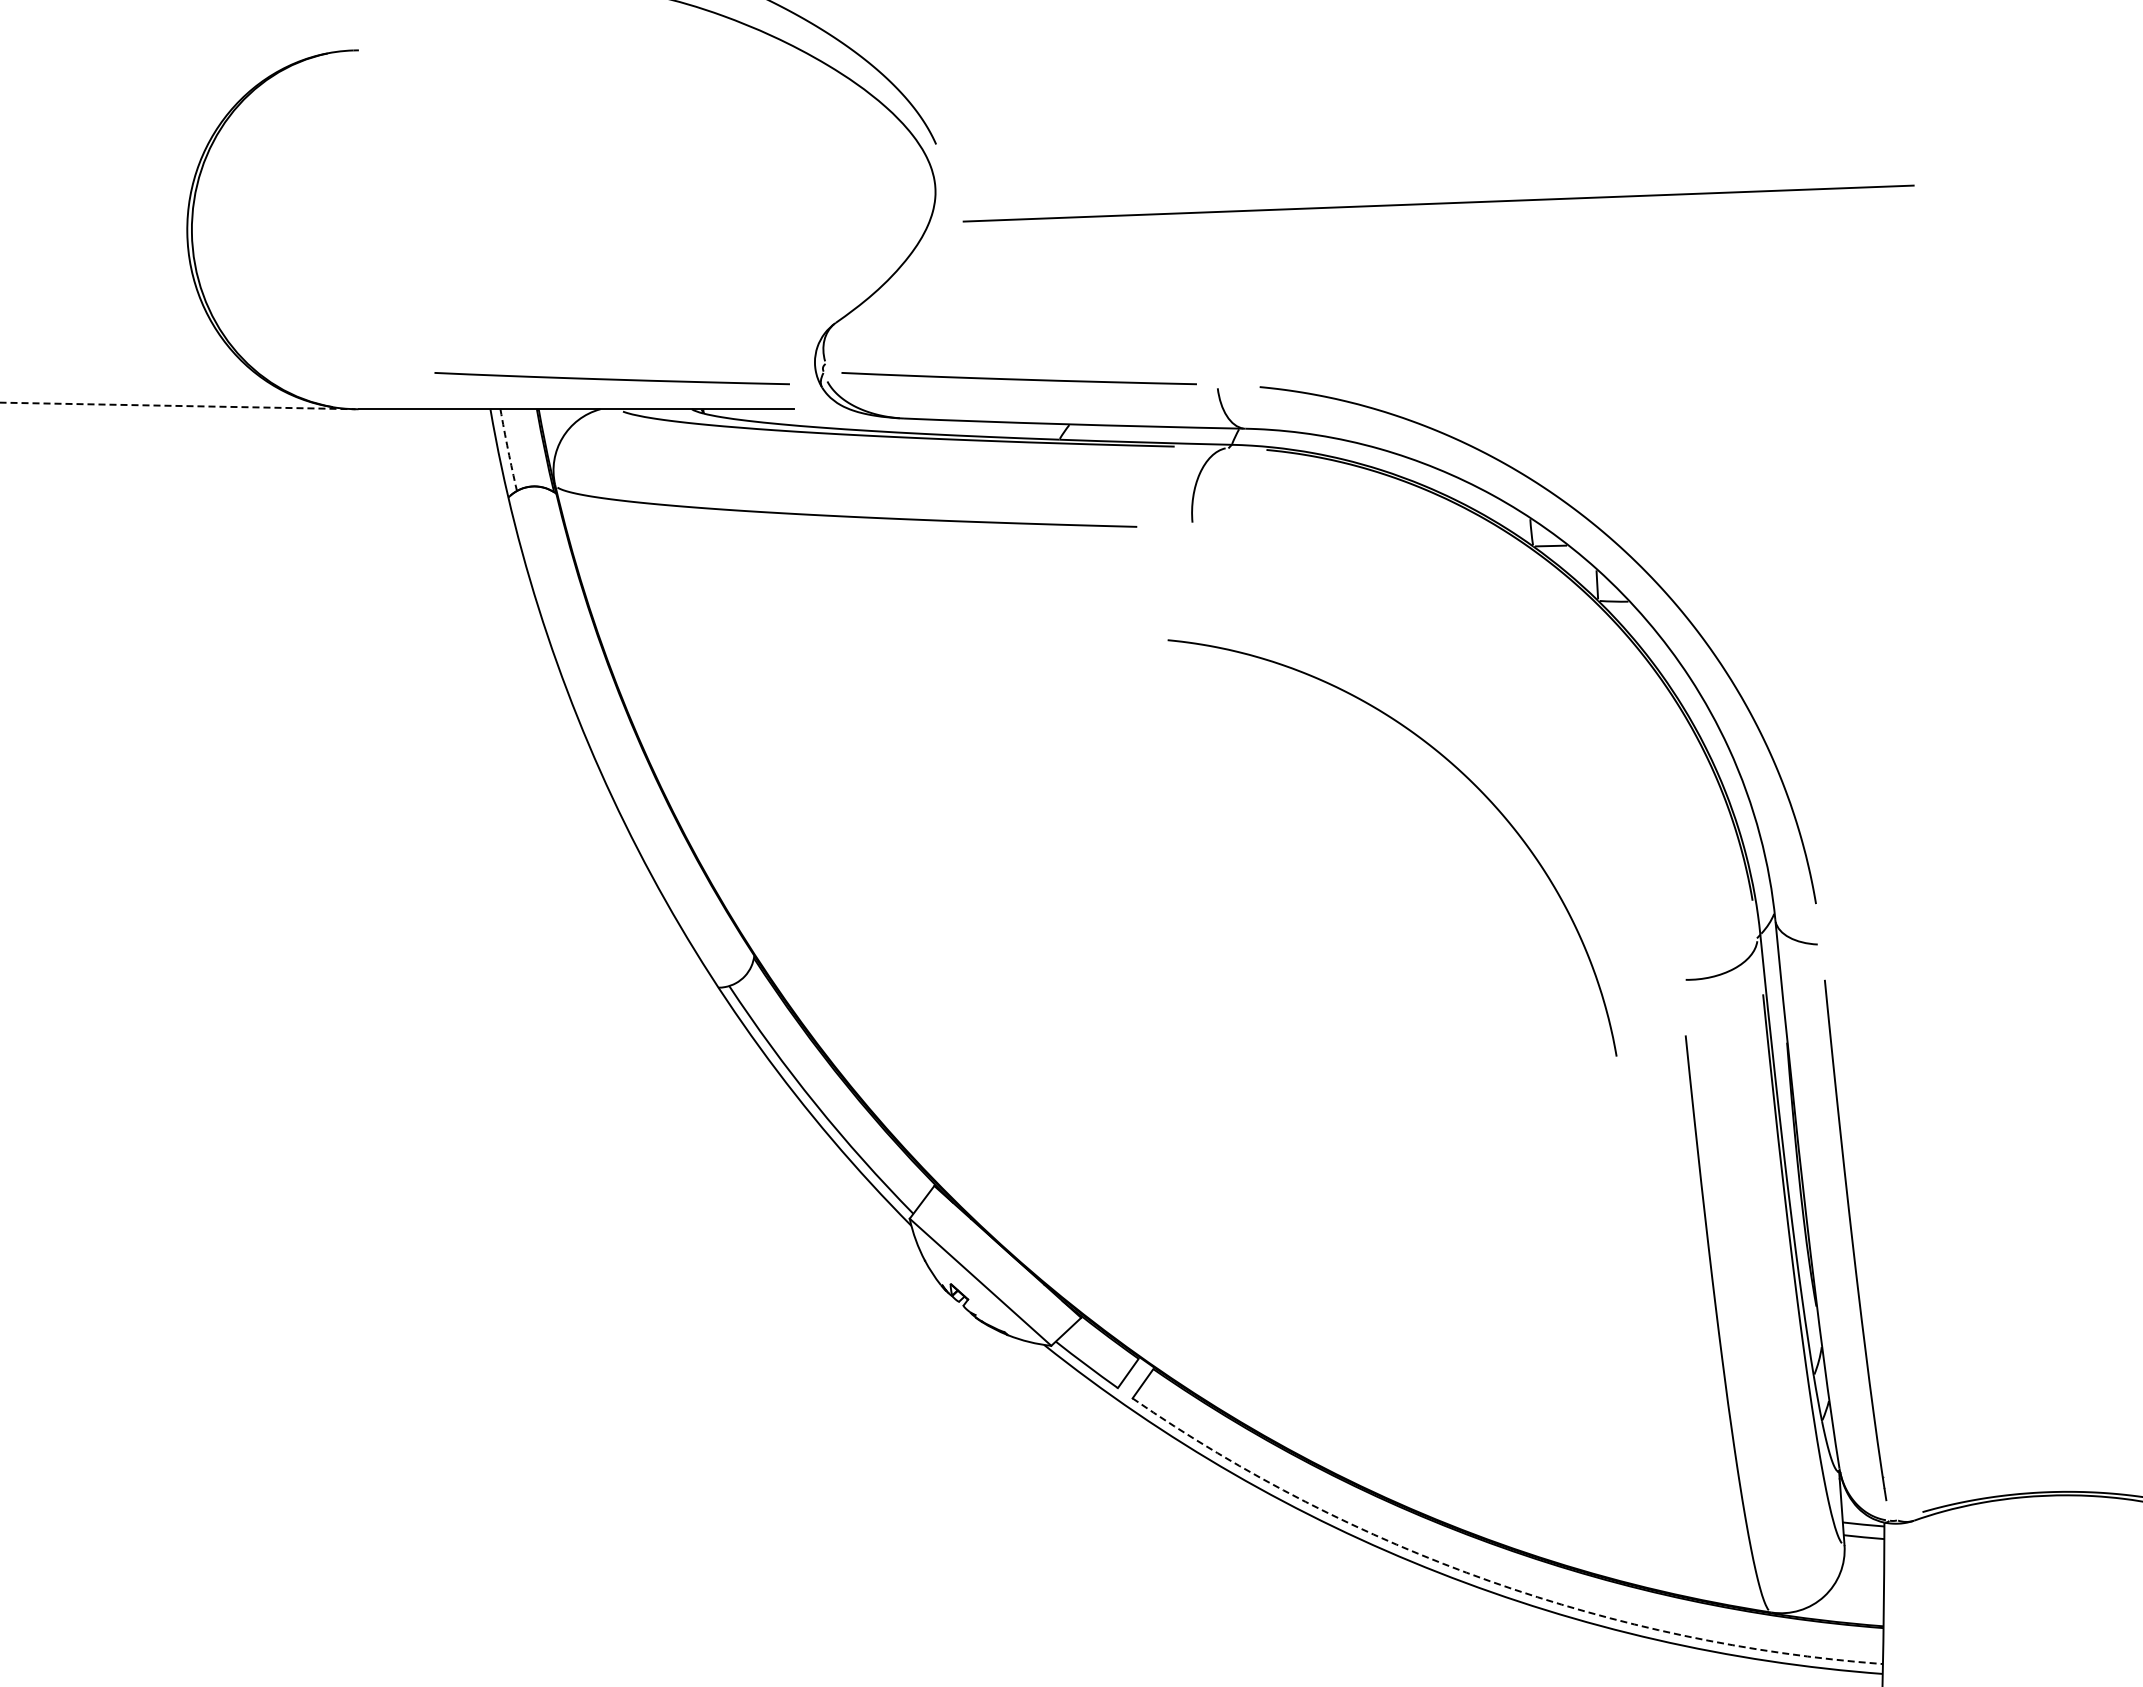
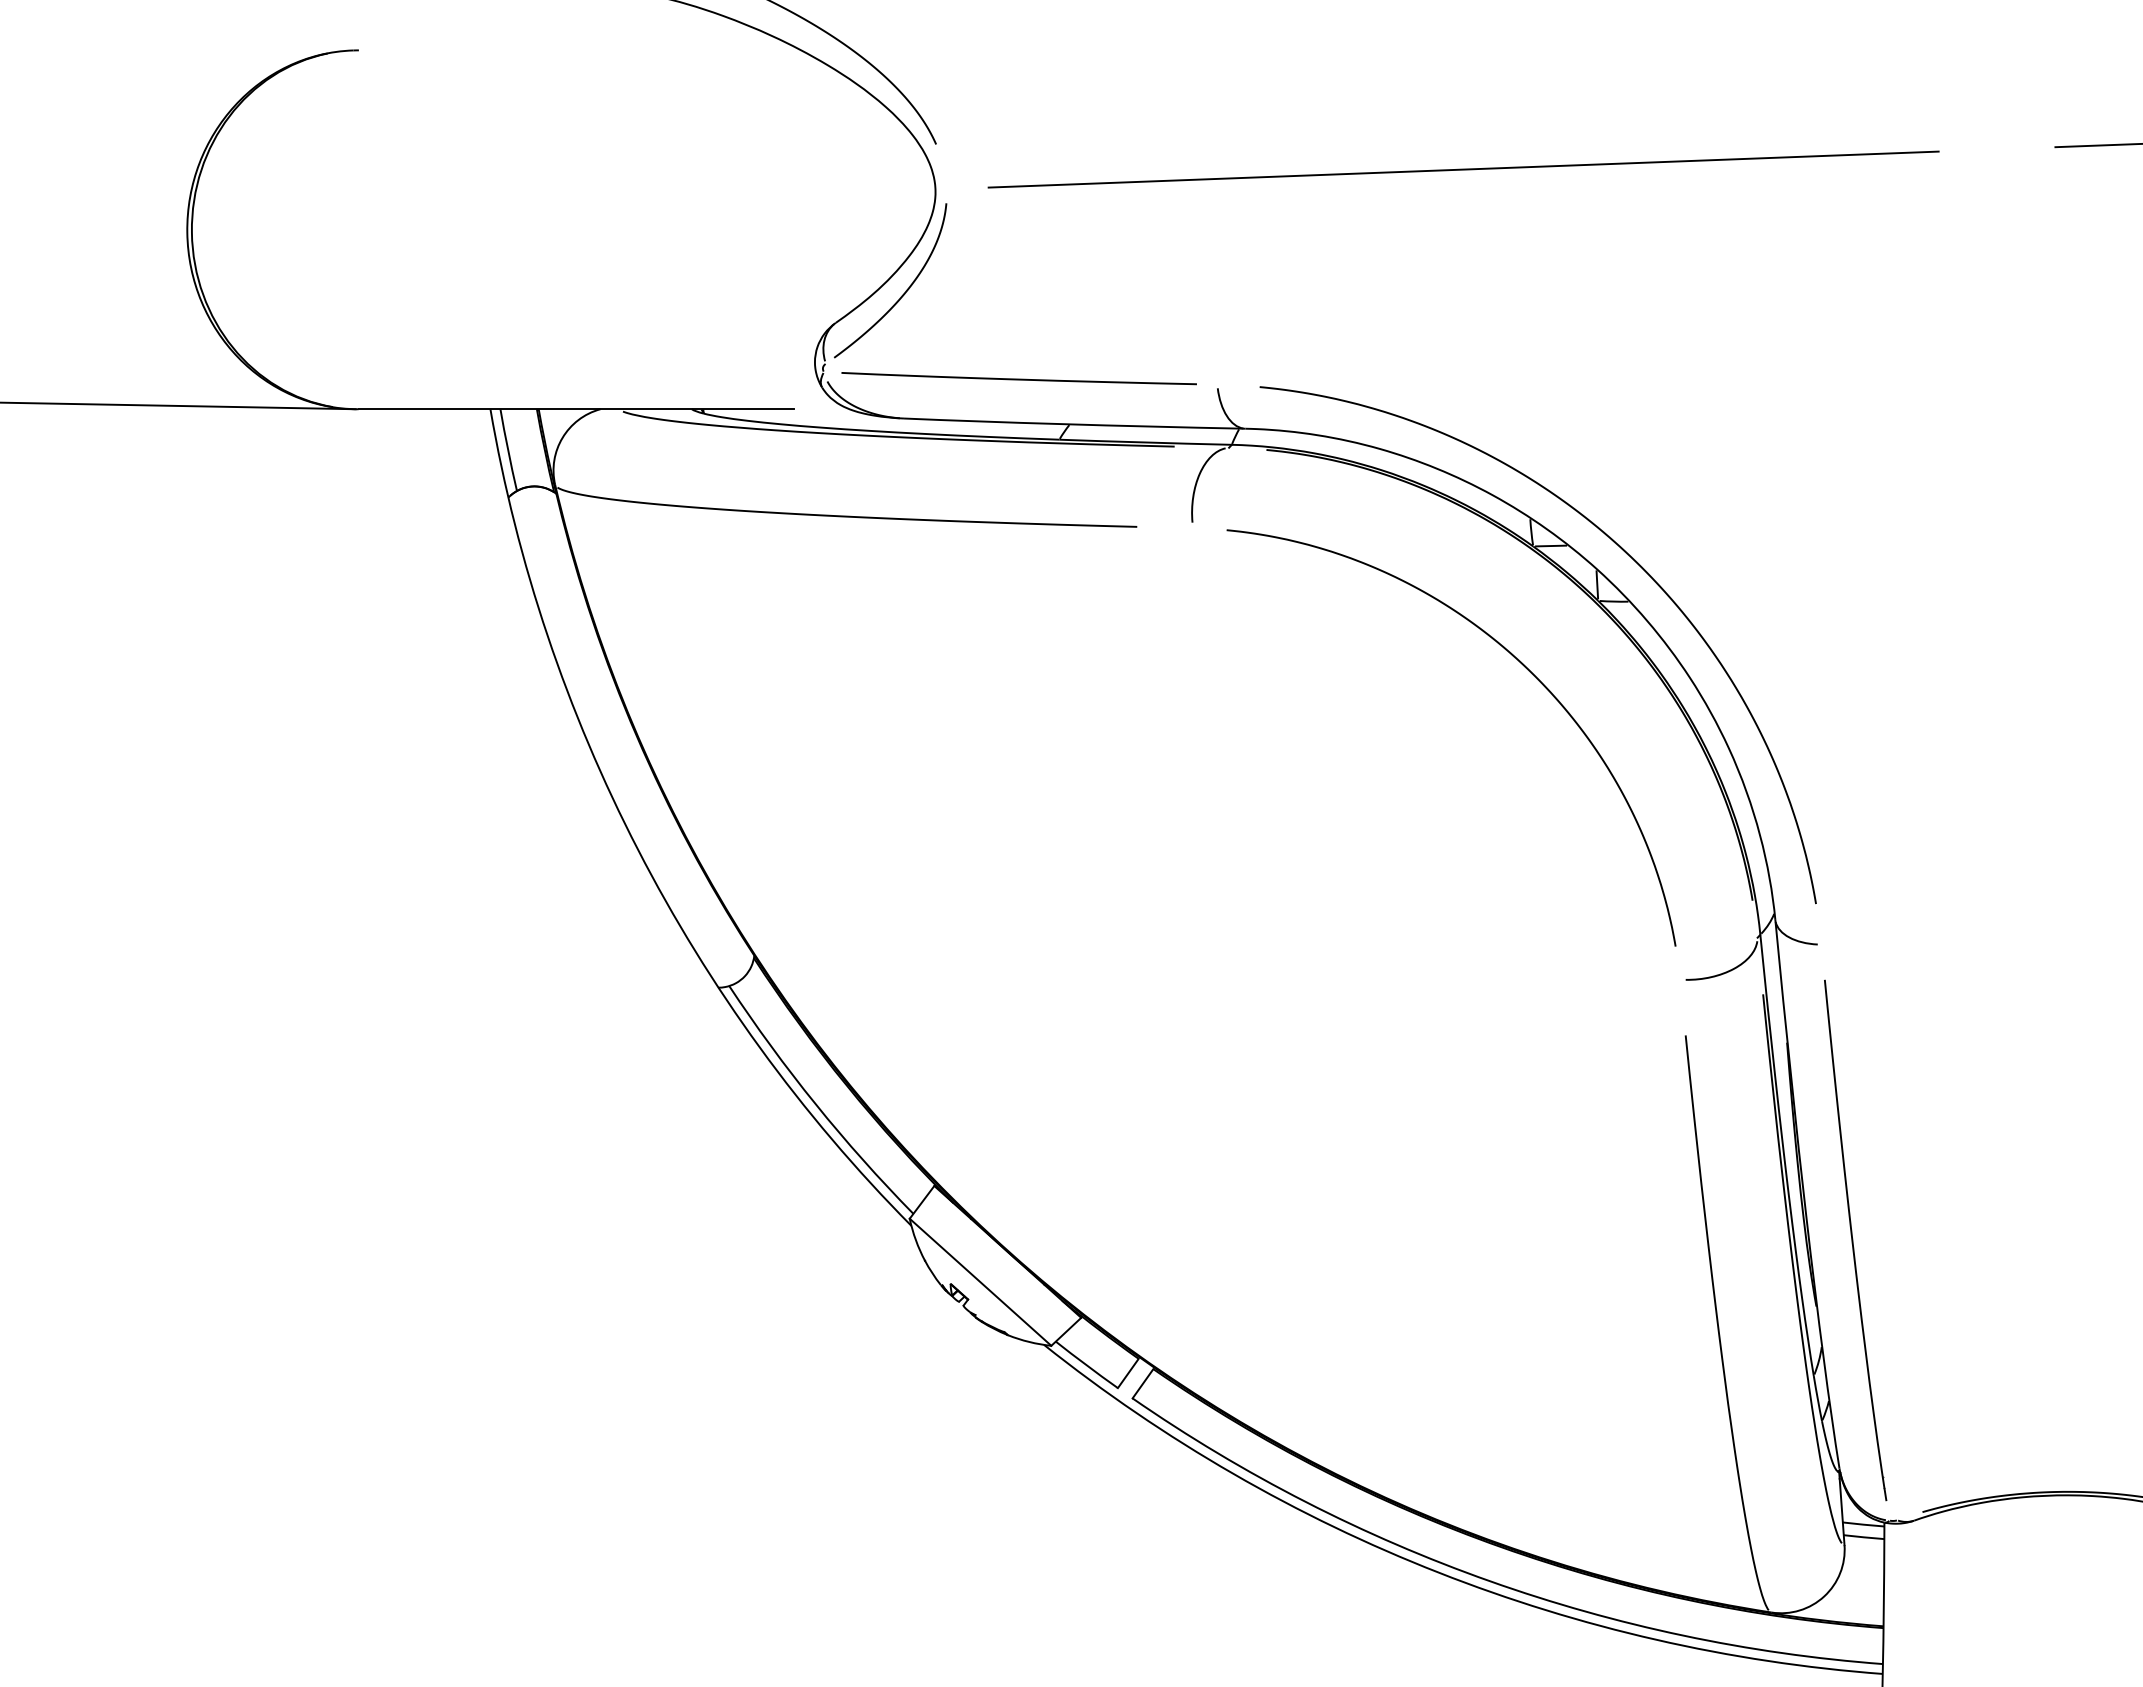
line at (2097, 145): none -> present
line at (1438, 203) position: (1438, 203) -> (1463, 169)
curve at (905, 290): none -> present
curve at (611, 378): present -> none
line at (178, 405): dashed -> solid
arc at (508, 450): dashed -> solid
curve at (1463, 775) position: (1463, 775) -> (1522, 665)
arc at (1490, 1581): dashed -> solid
